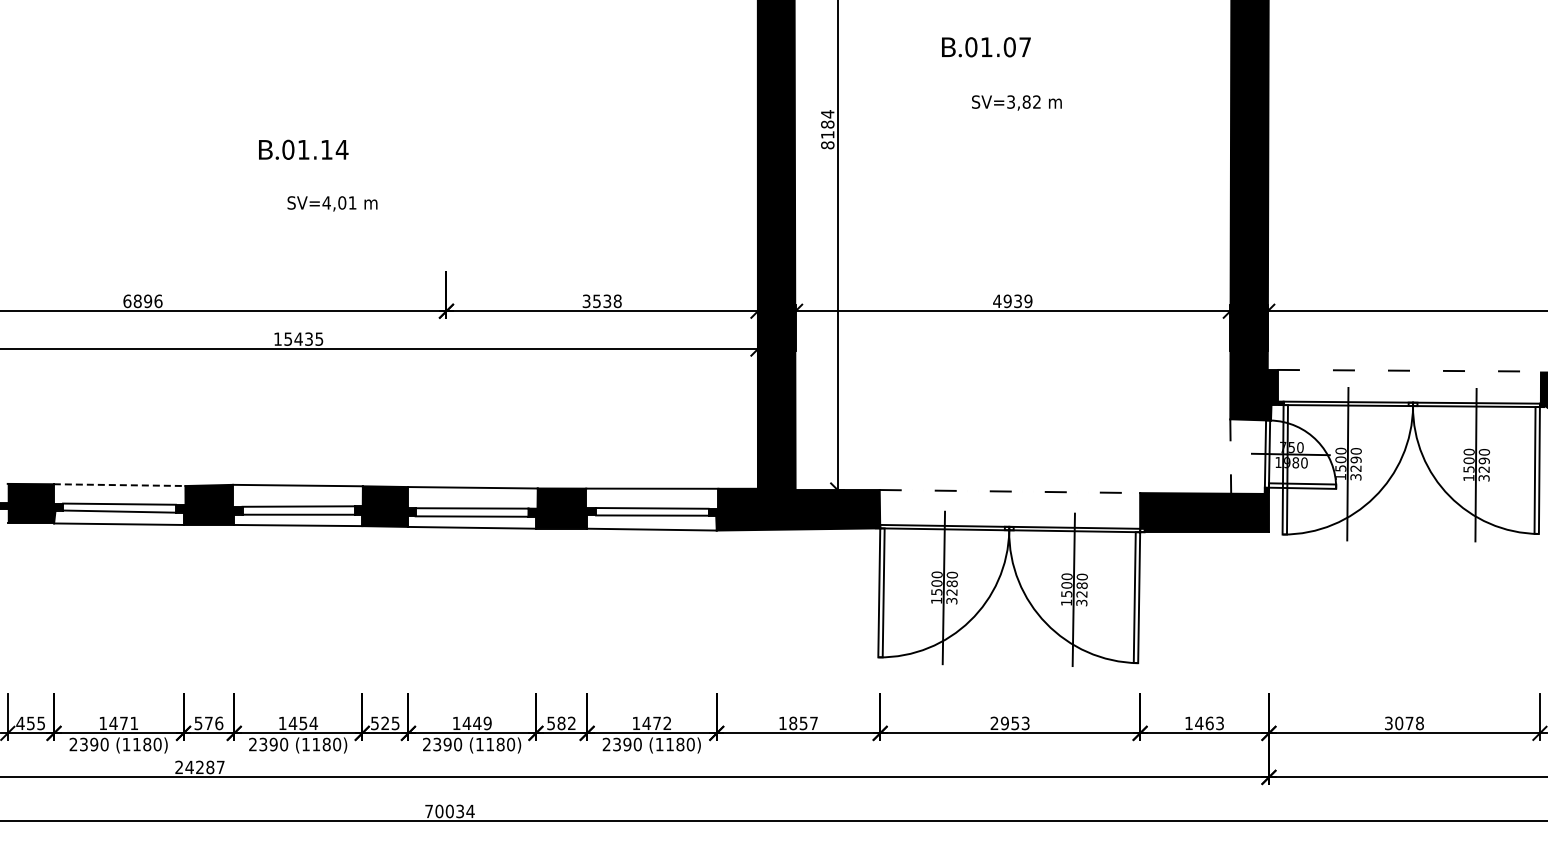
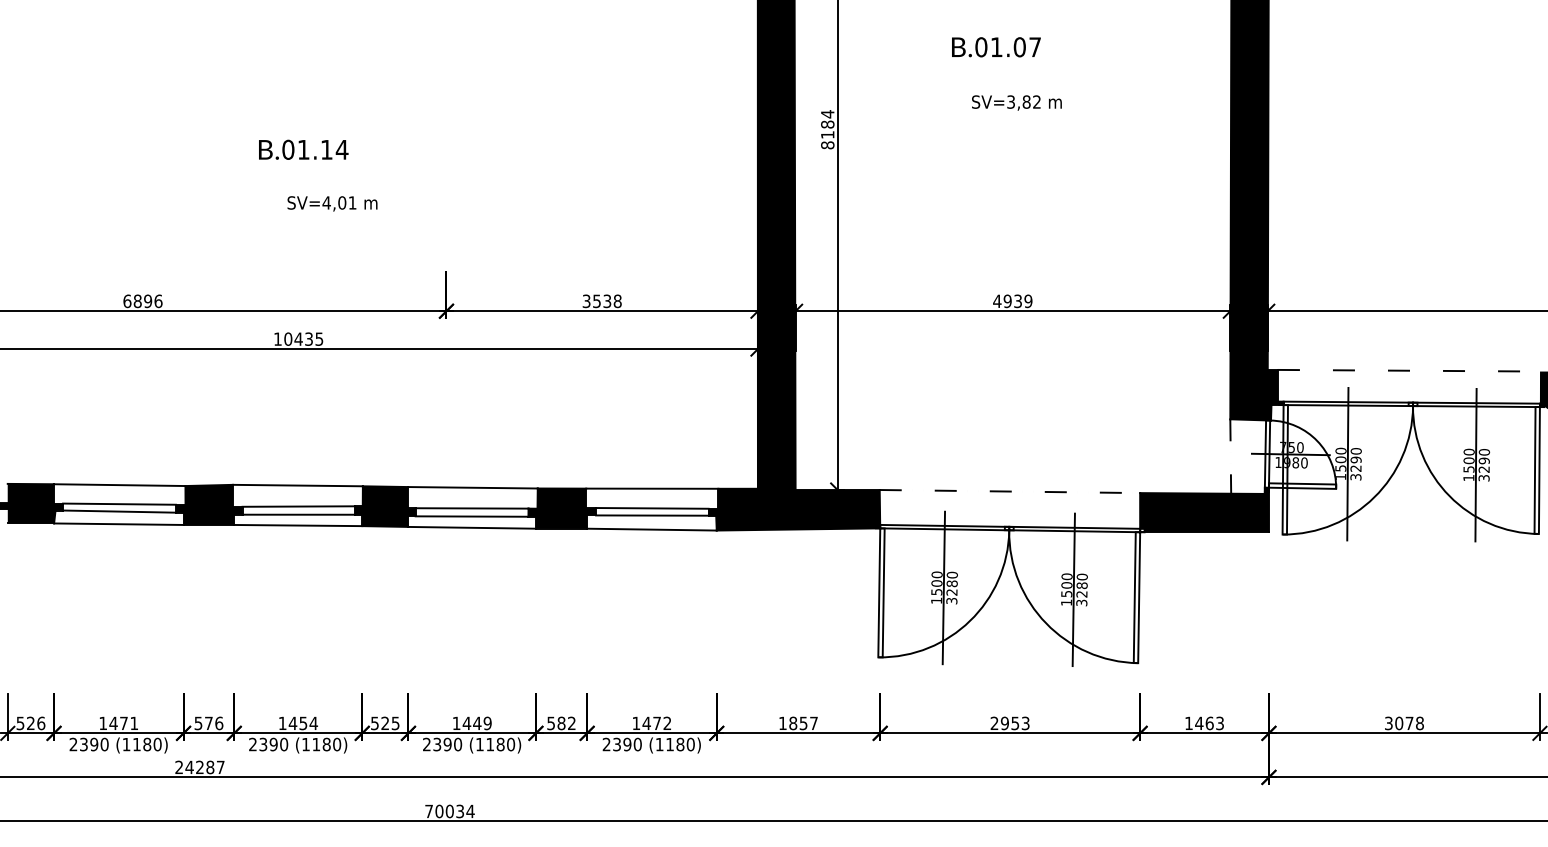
text at (986, 47) position: (986, 47) -> (996, 47)
text at (288, 338): 15435 -> 10435
line at (119, 485): dashed -> solid
text at (30, 723): 455 -> 526
